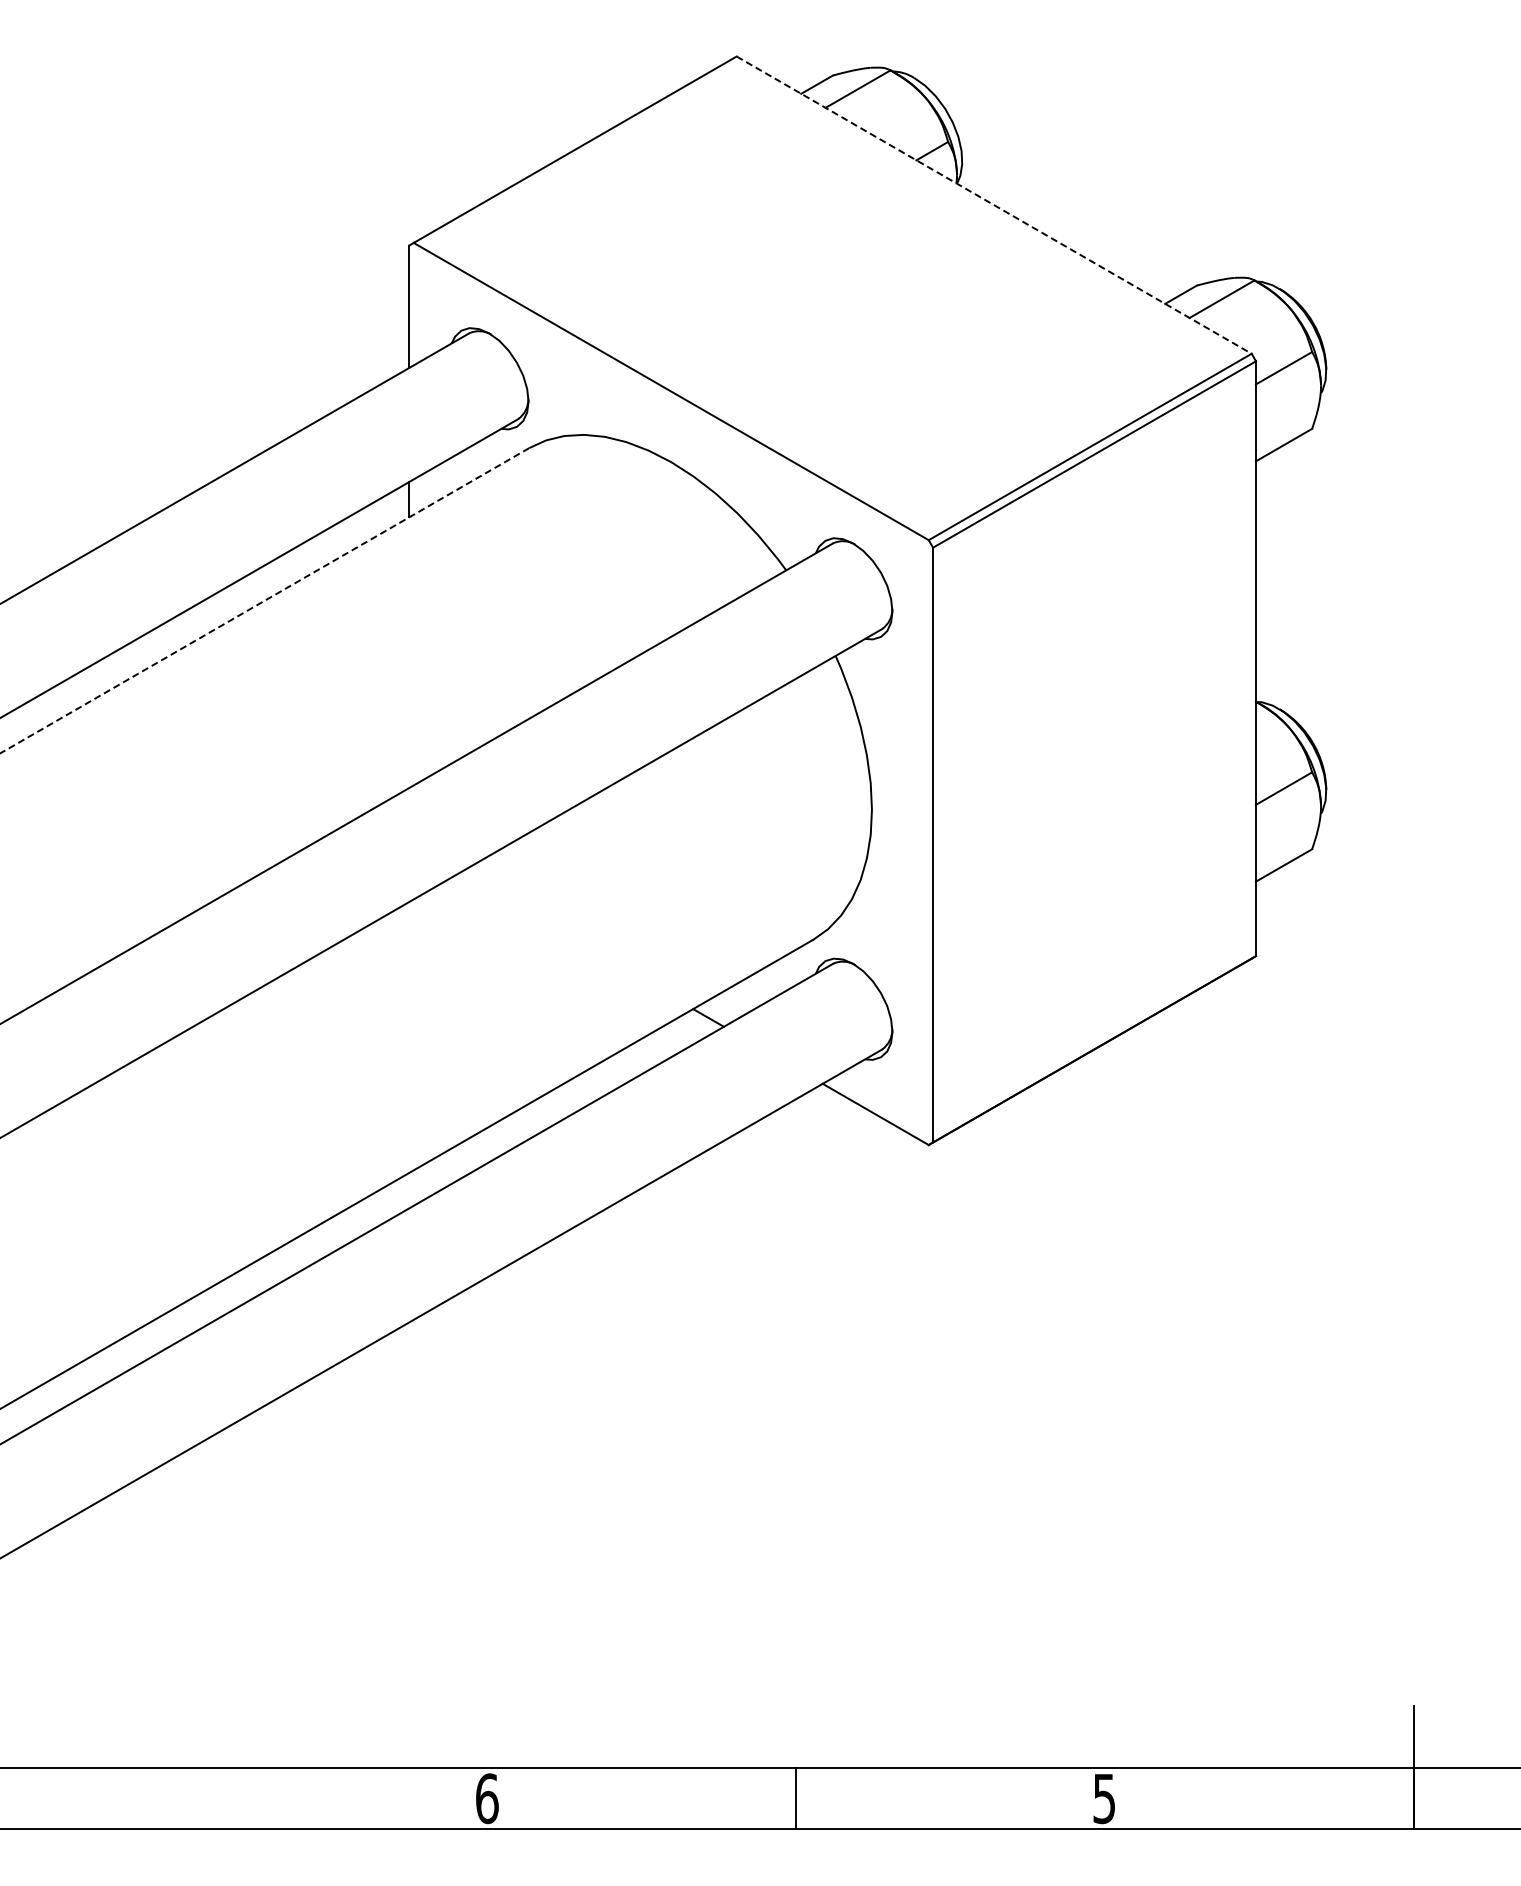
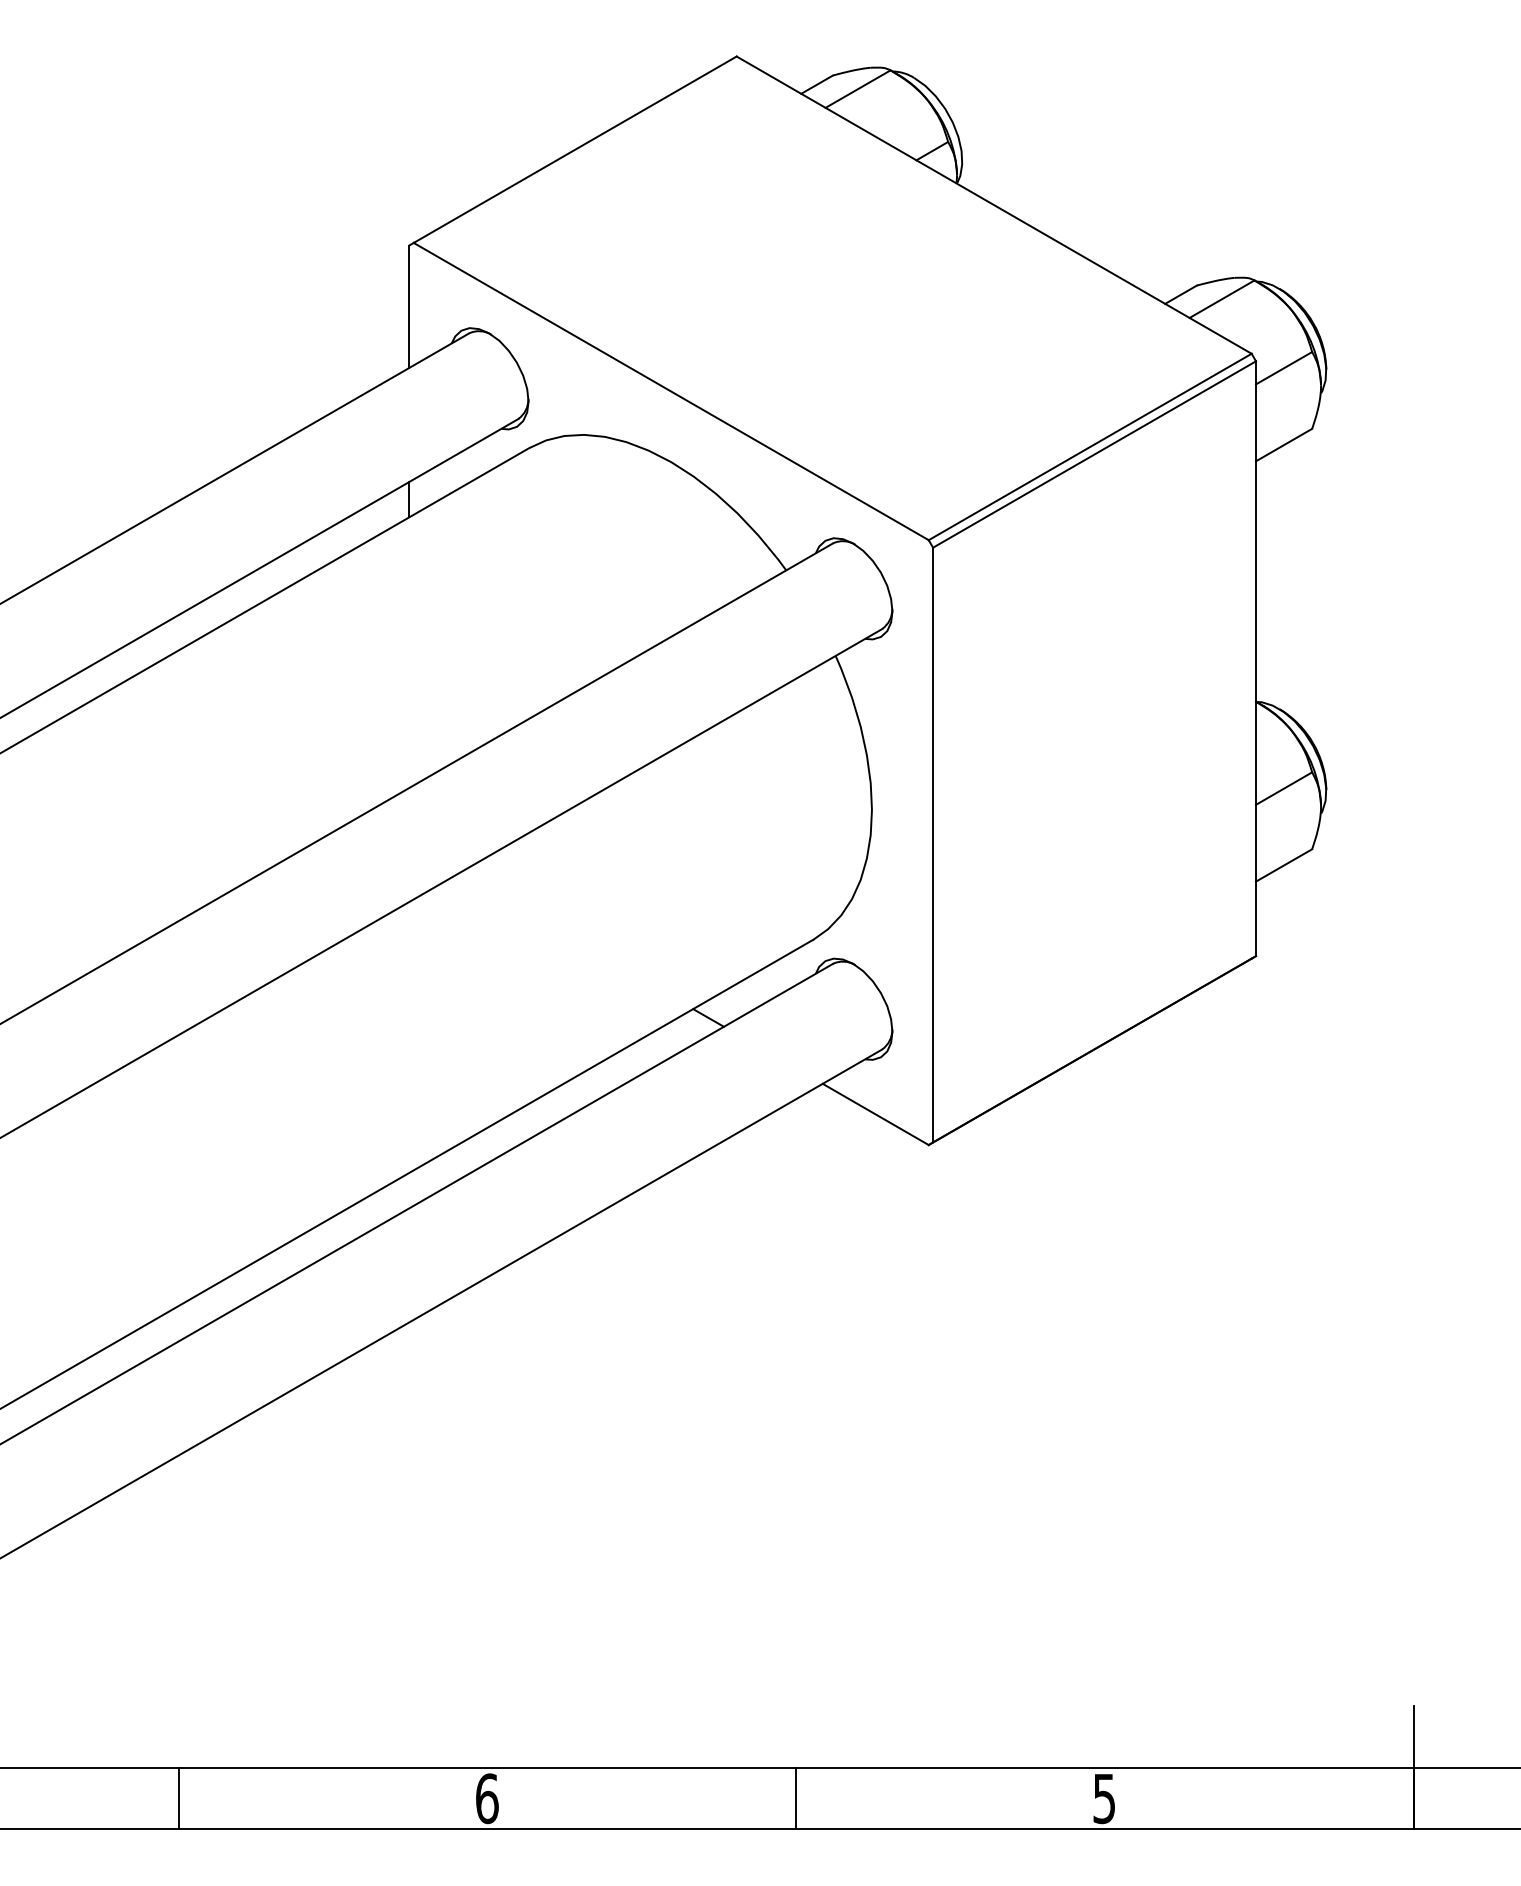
line at (994, 205): dashed -> solid
line at (264, 600): dashed -> solid
line at (179, 1798): none -> present
